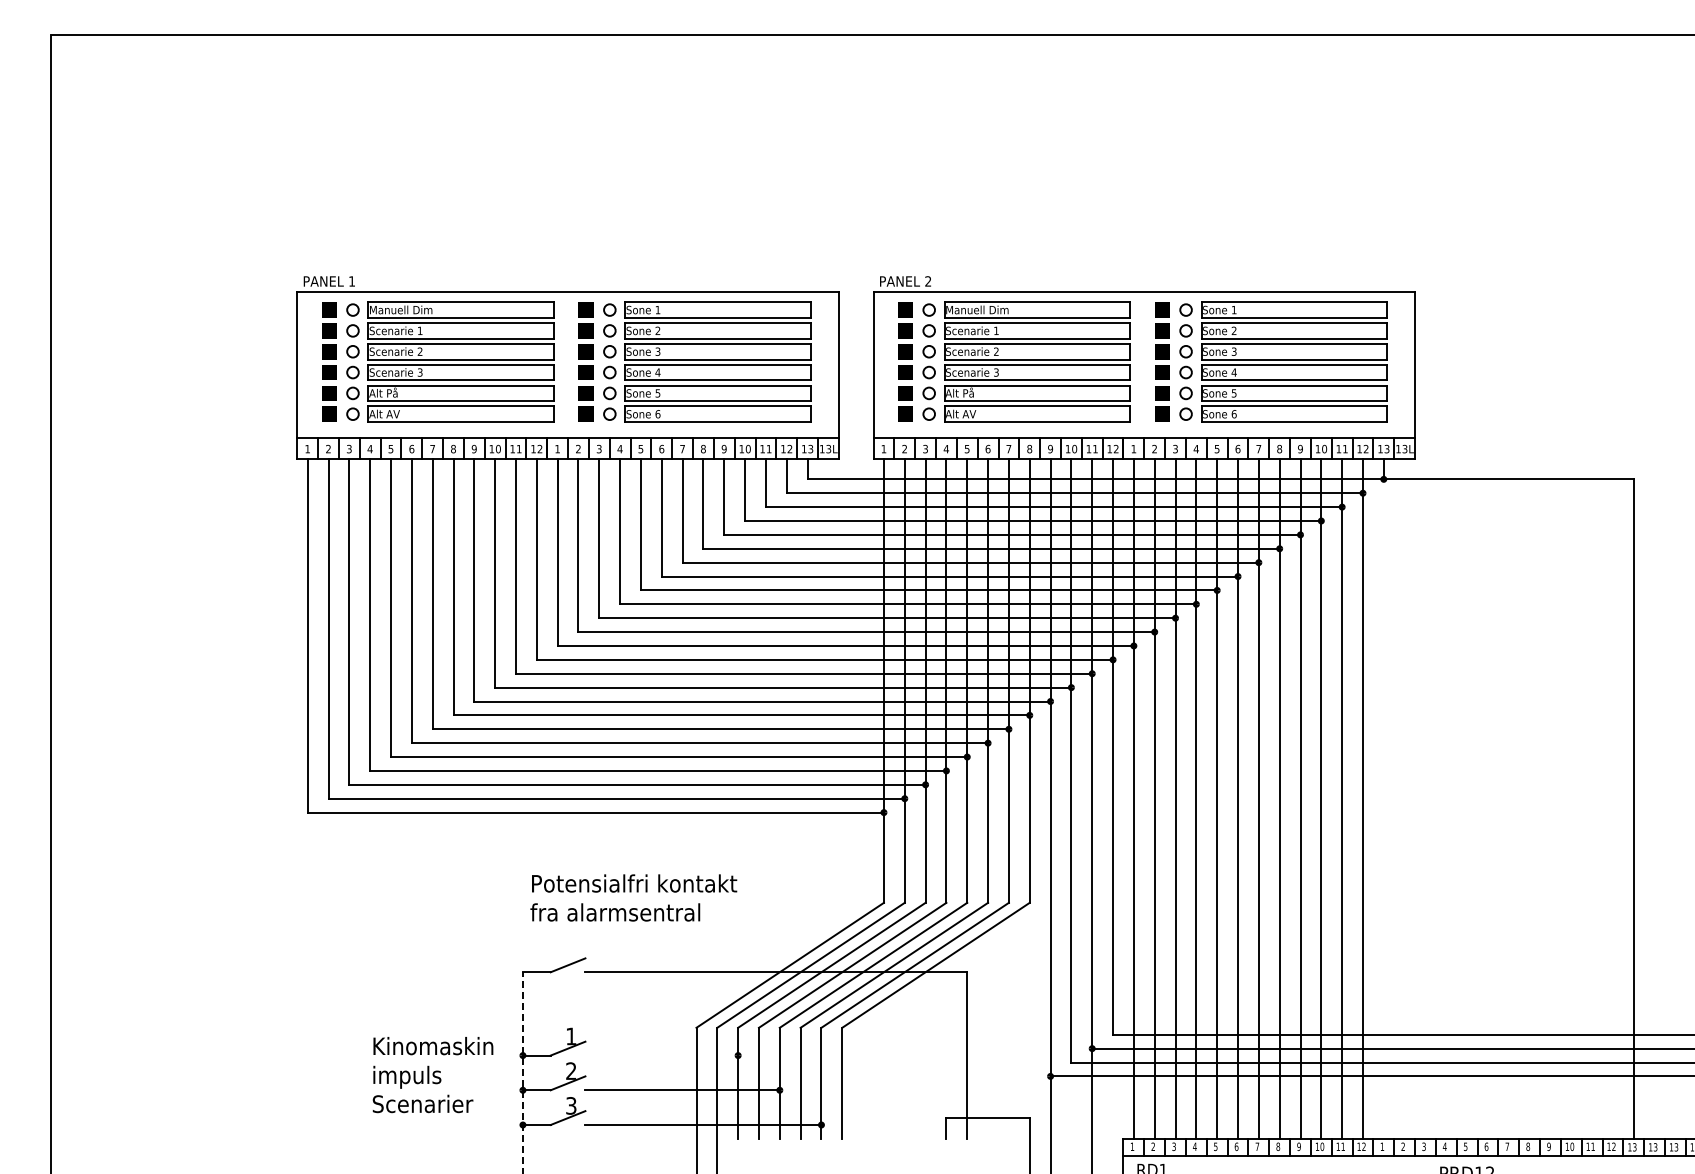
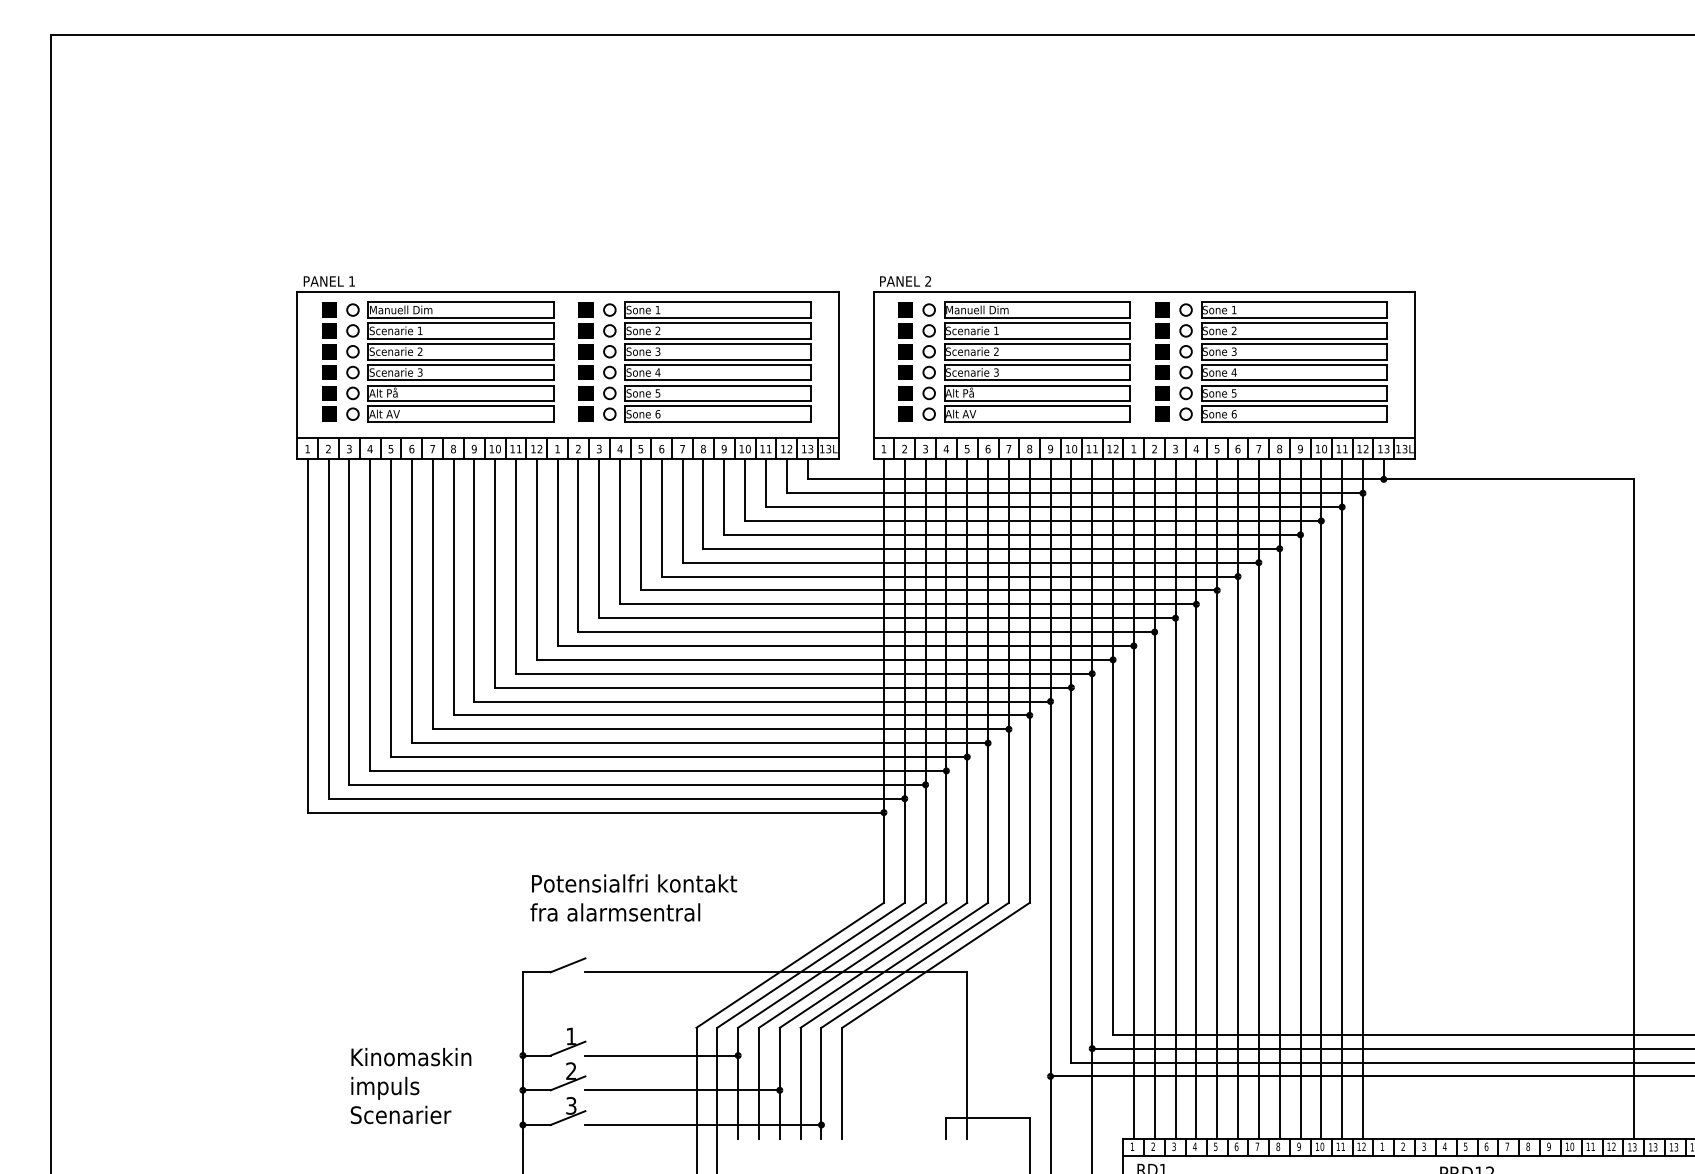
line at (661, 1055): none -> present
line at (522, 1072): dashed -> solid
text at (432, 1075) position: (432, 1075) -> (410, 1086)
